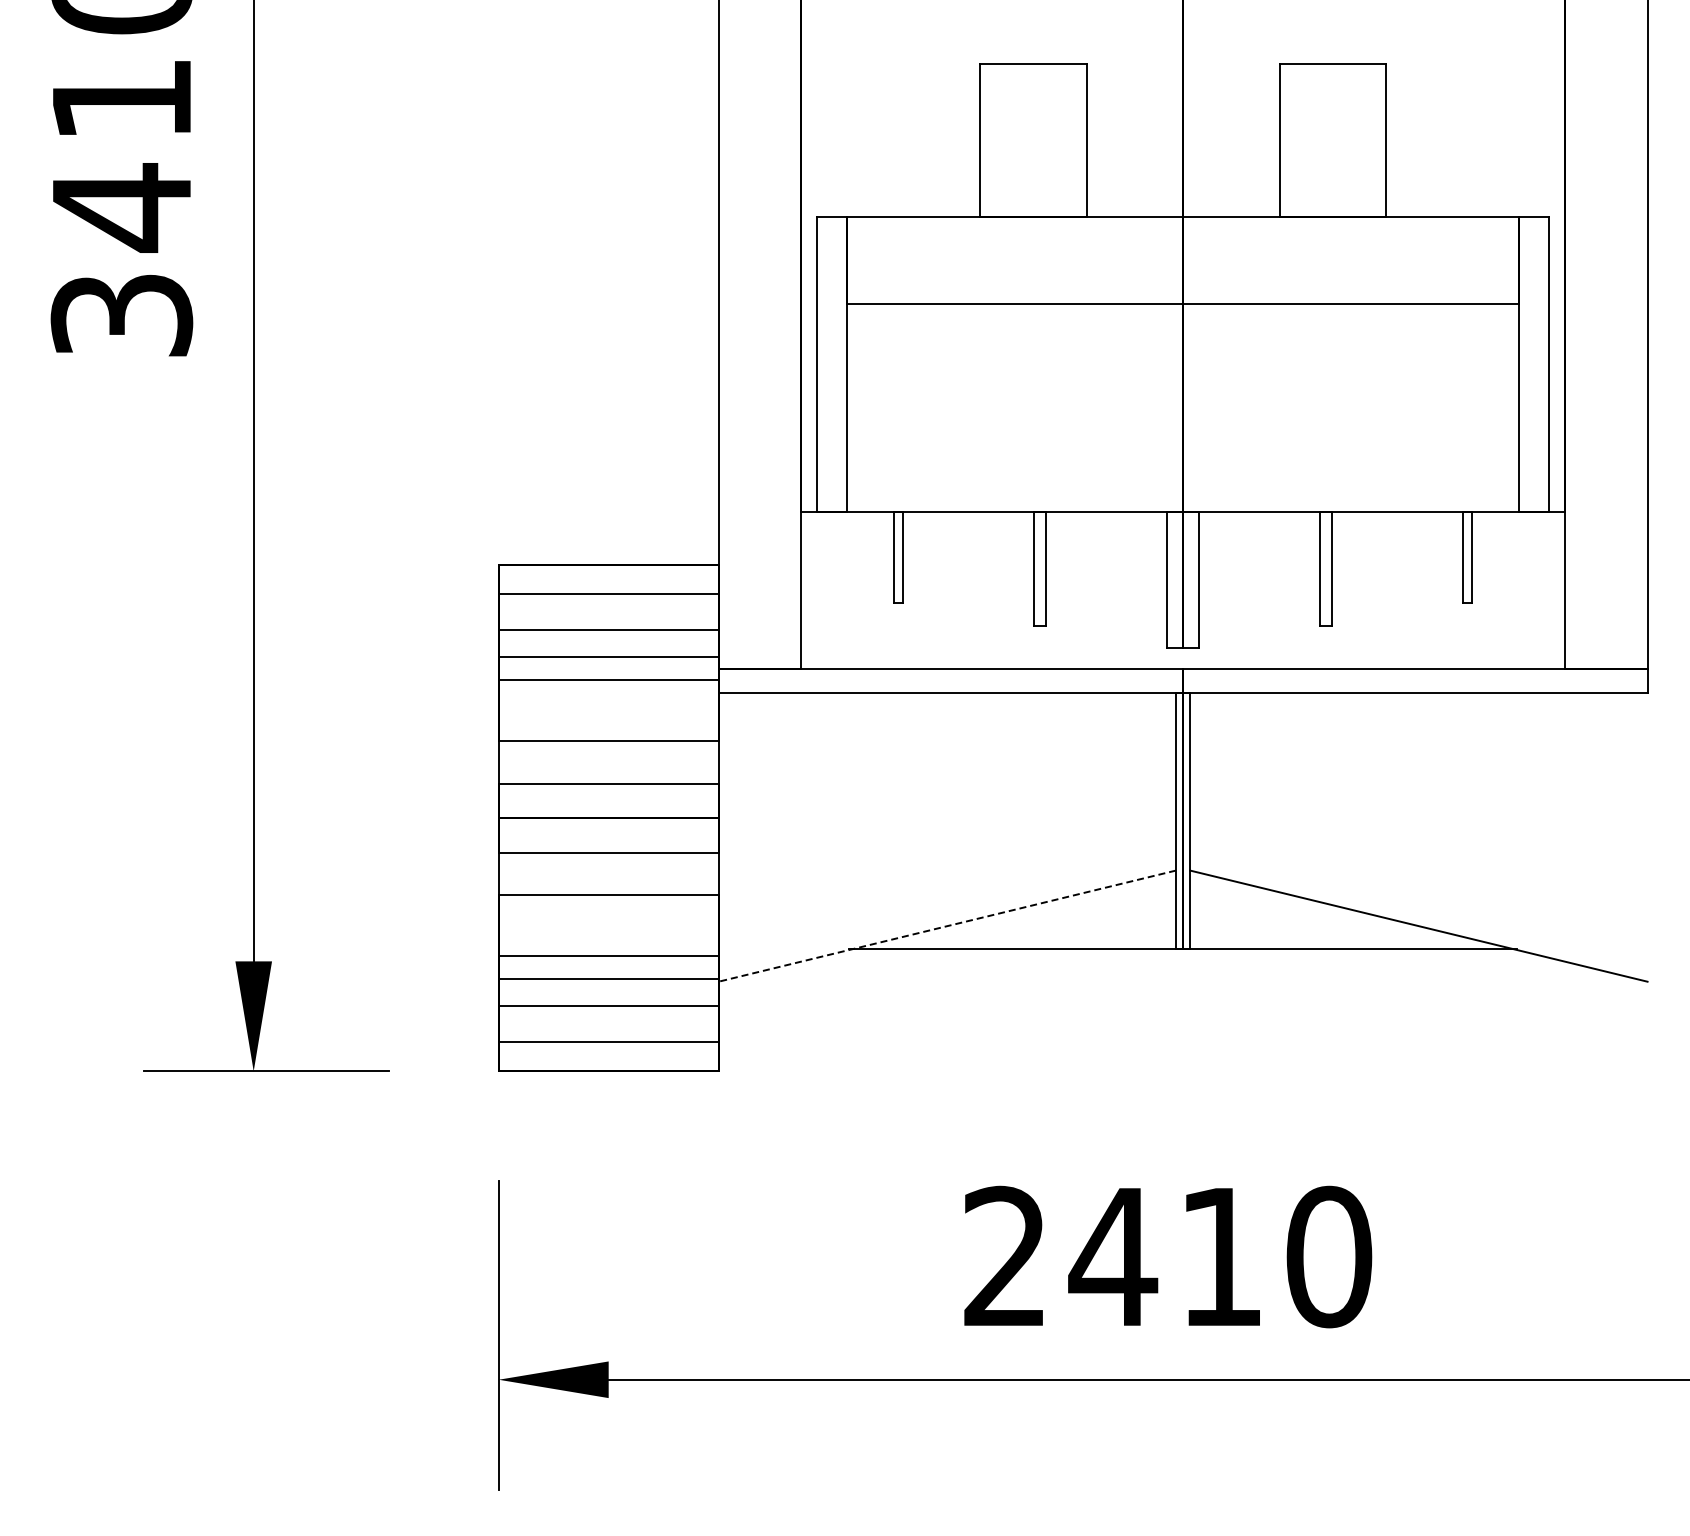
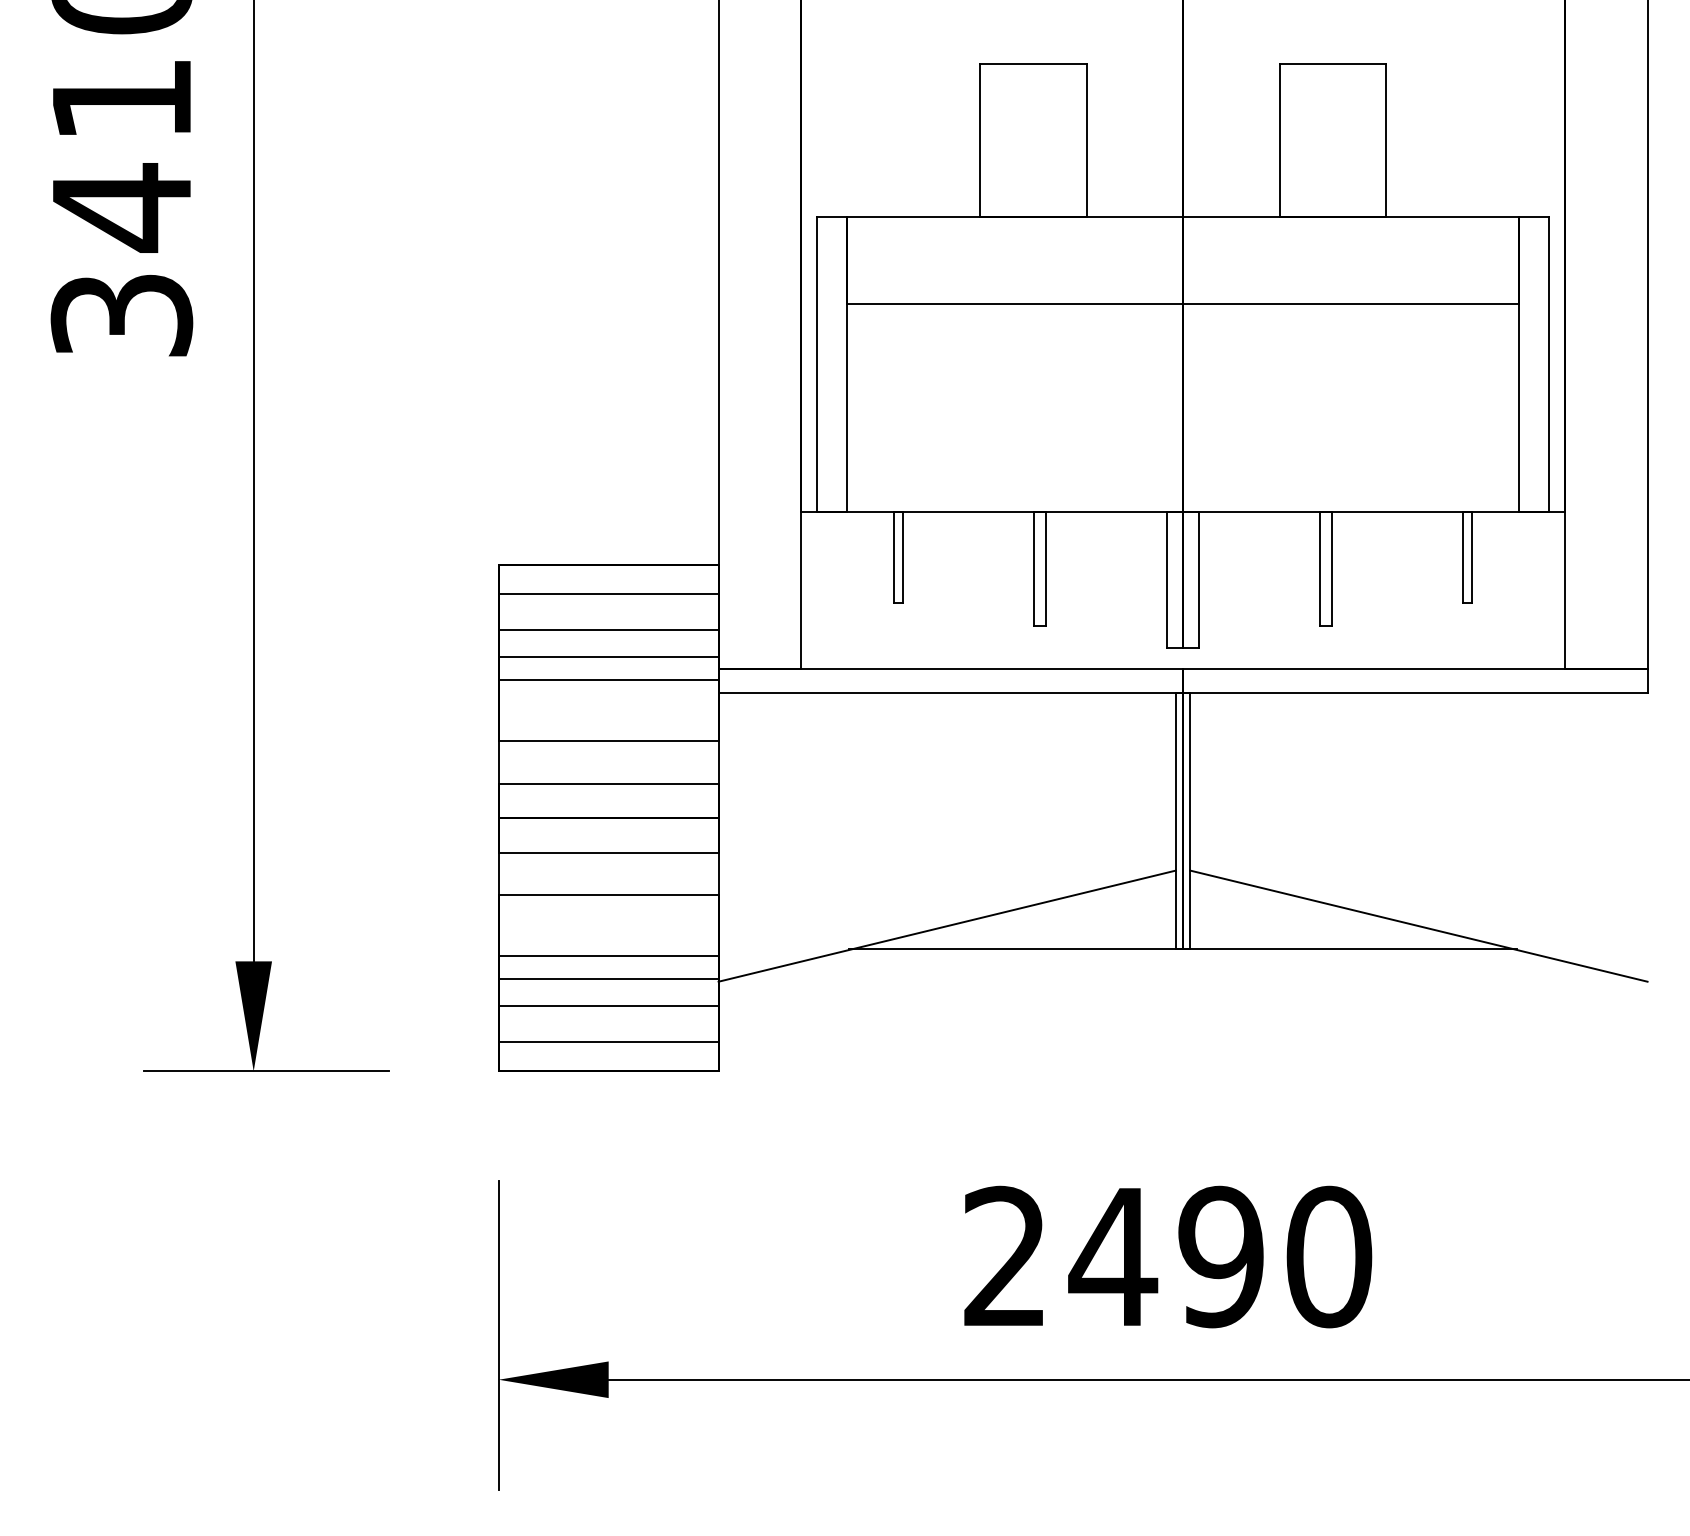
line at (946, 926): dashed -> solid
text at (1220, 1256): 2410 -> 2490
